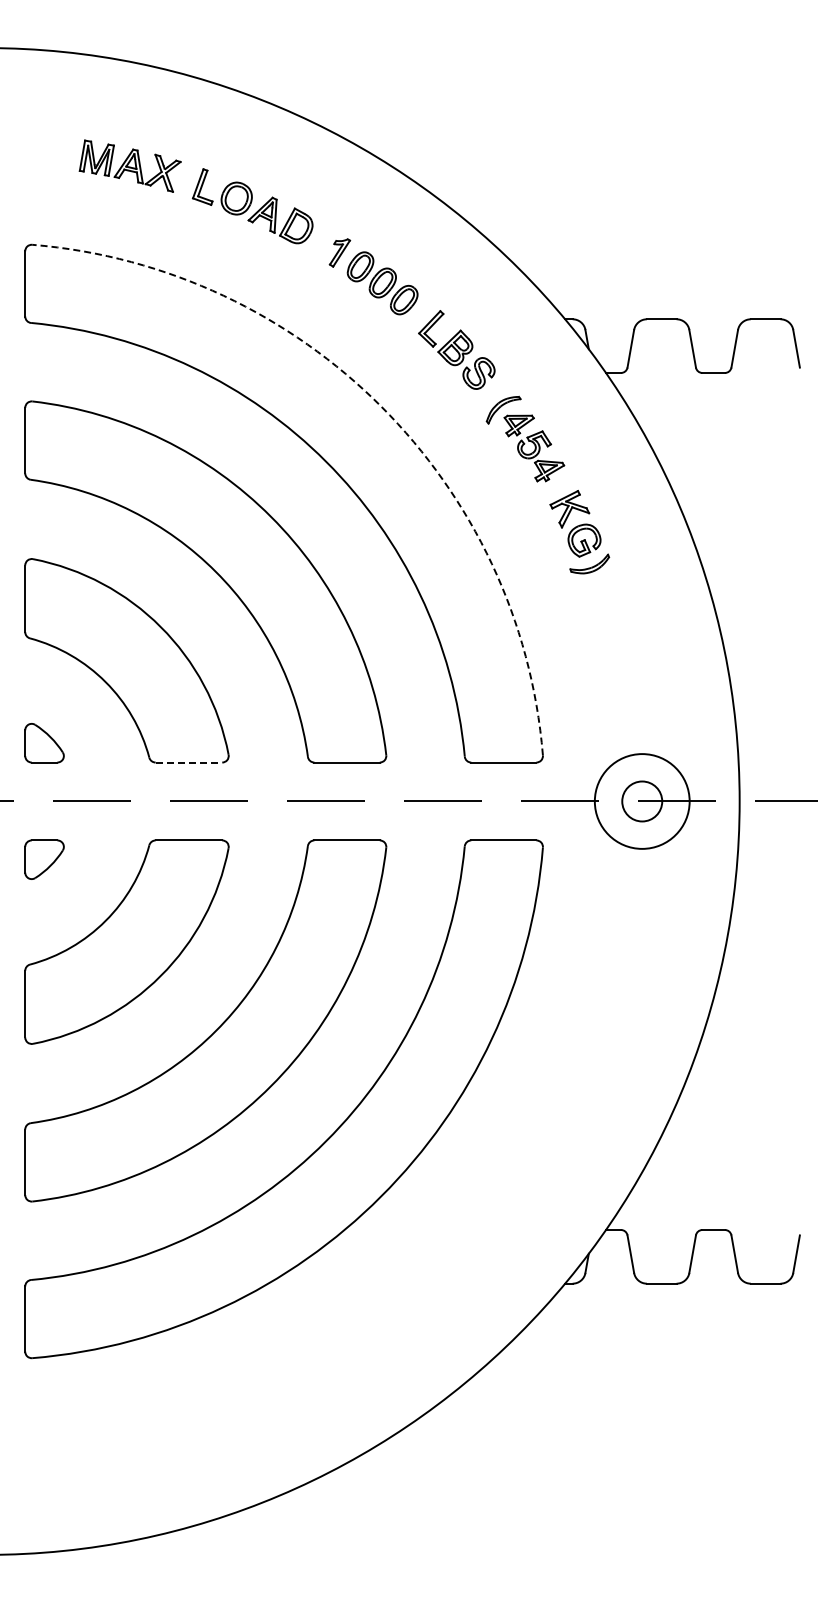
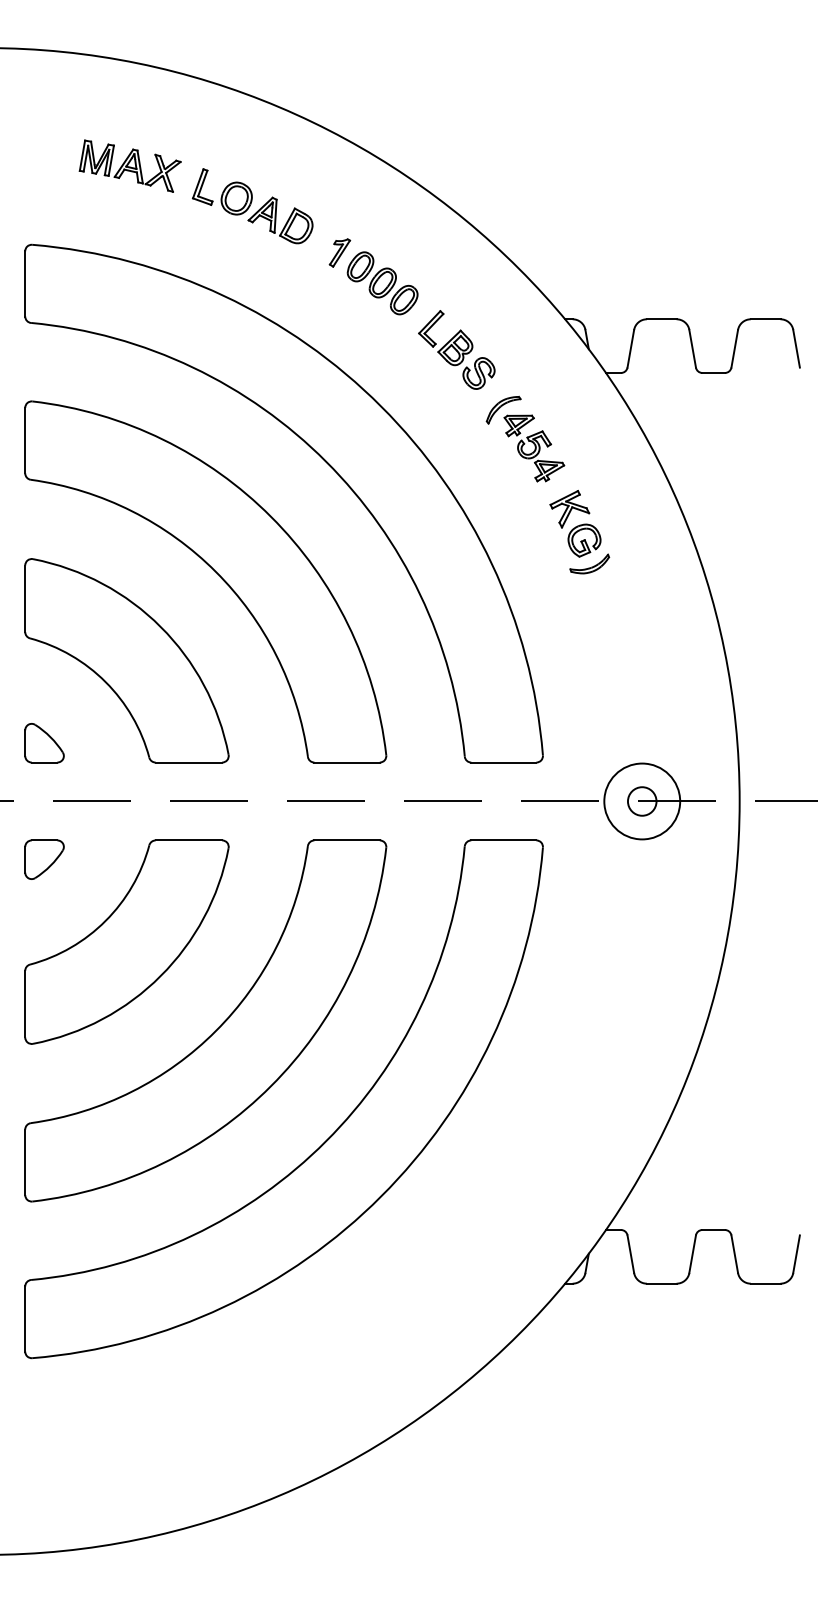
arc at (381, 406): dashed -> solid
line at (189, 762): dashed -> solid
circle at (641, 801) diameter: 95 px -> 76 px
circle at (642, 801) diameter: 40 px -> 29 px
